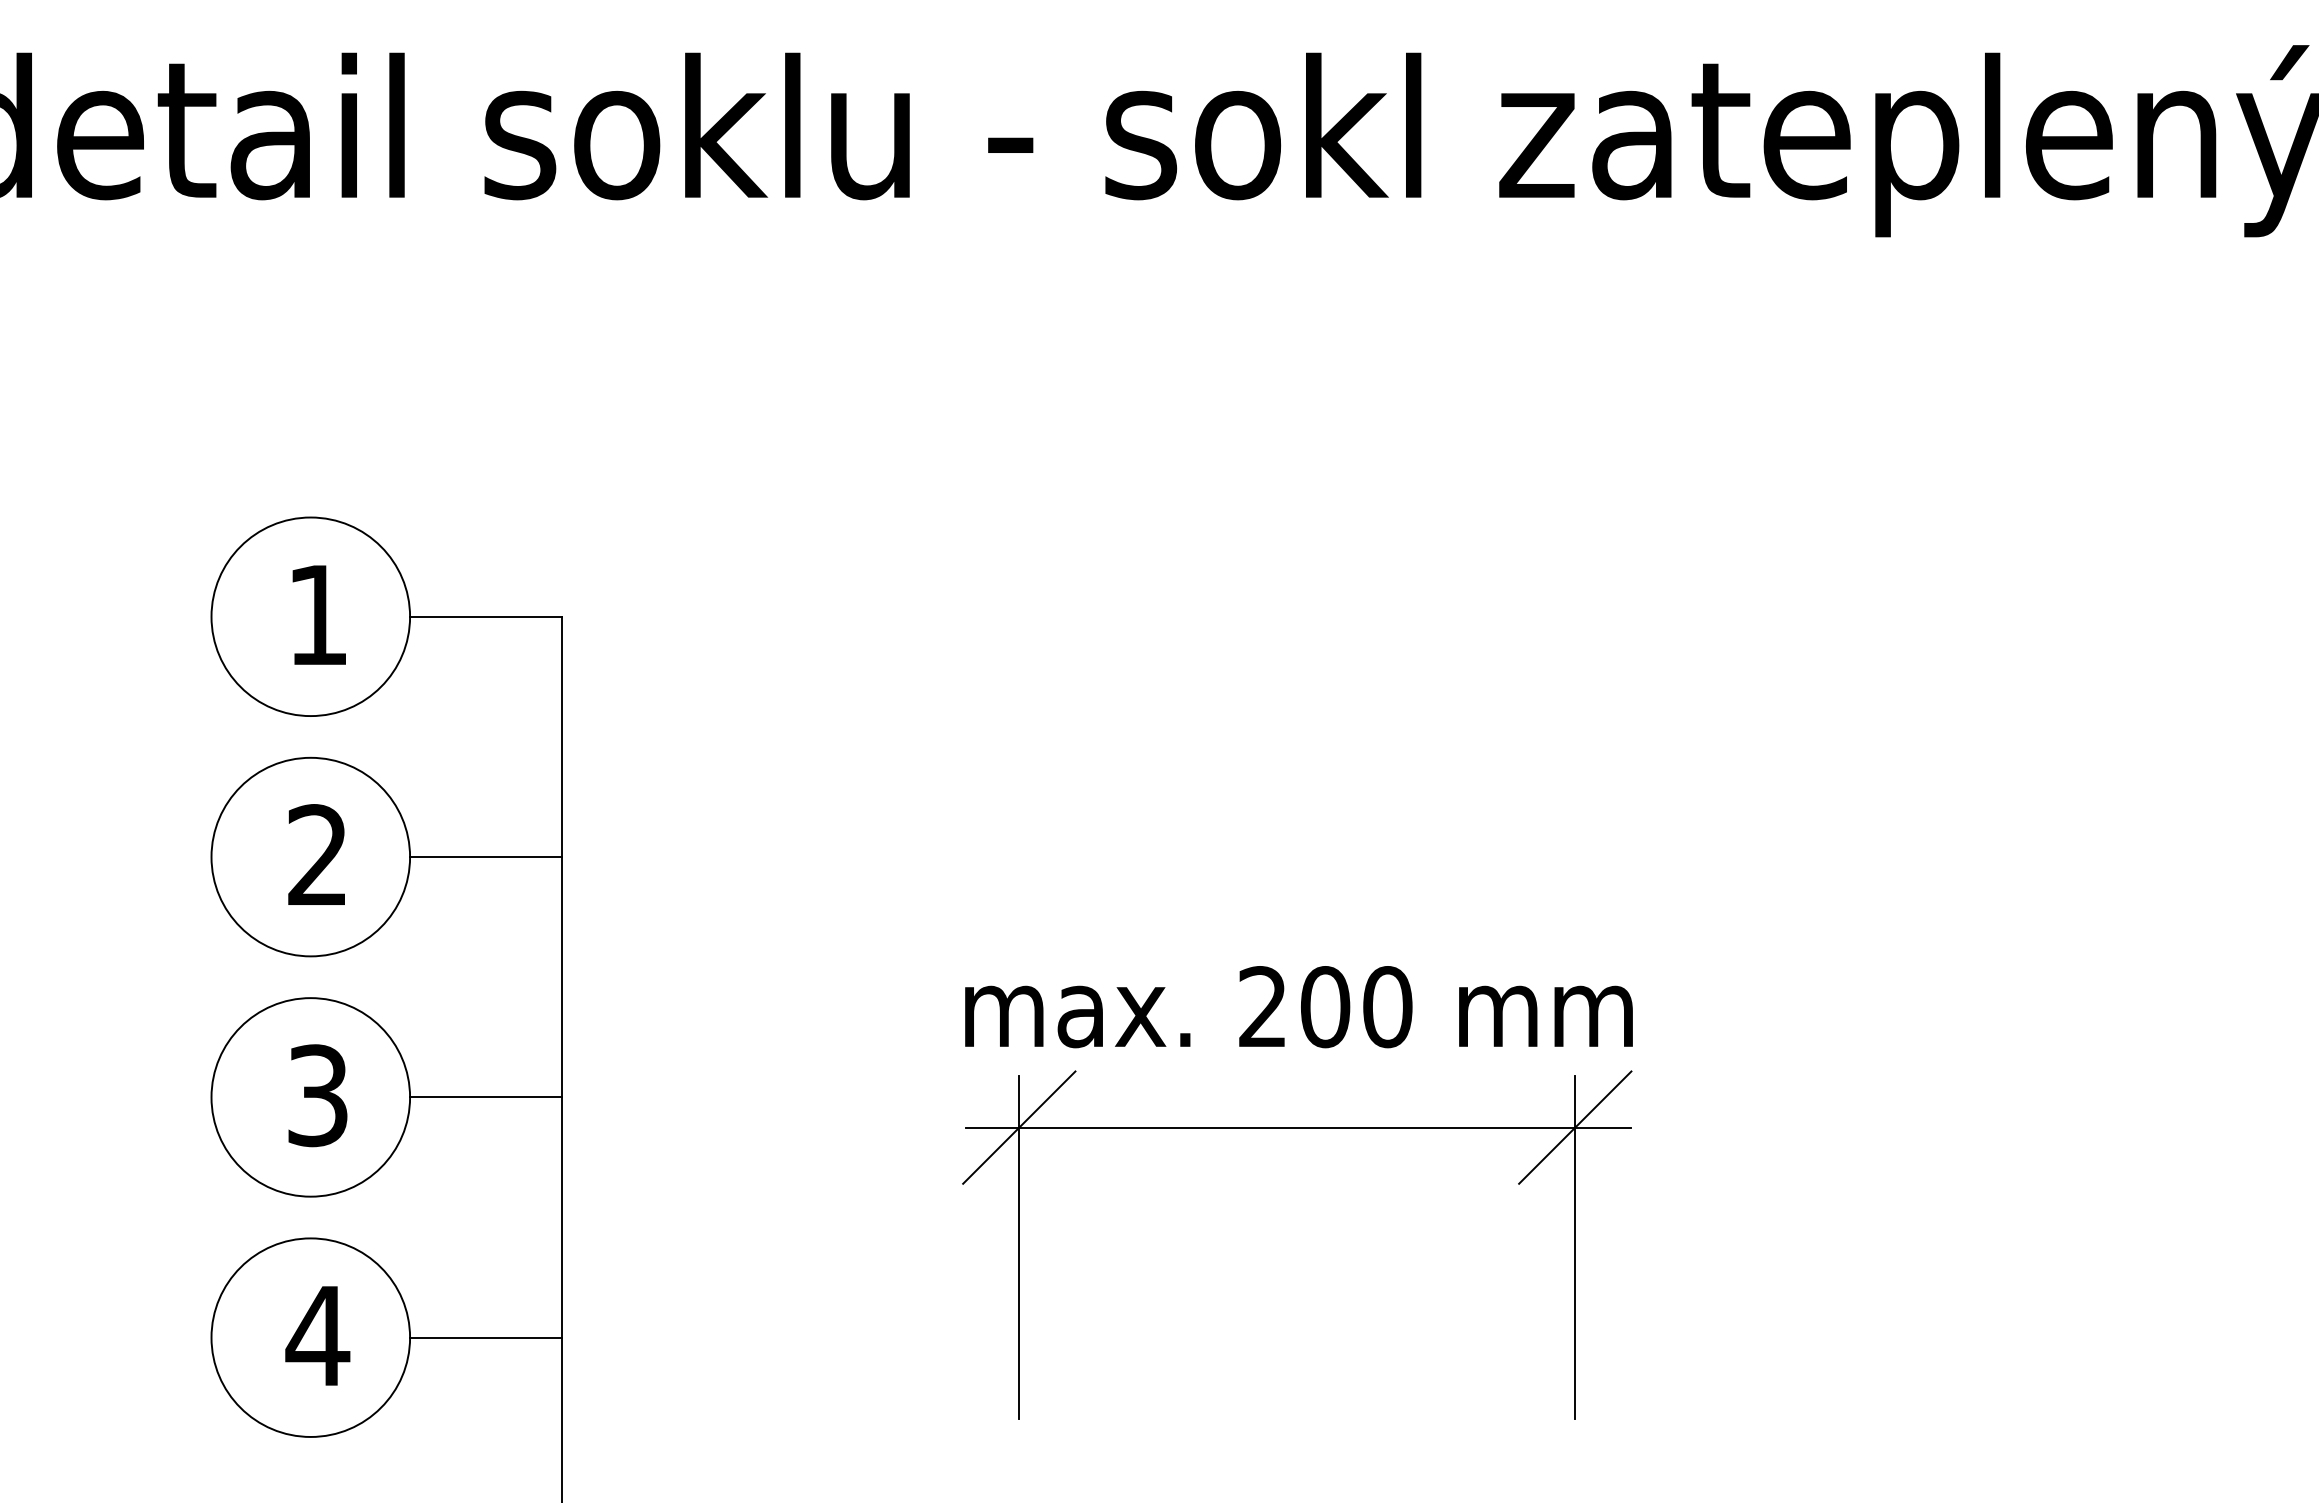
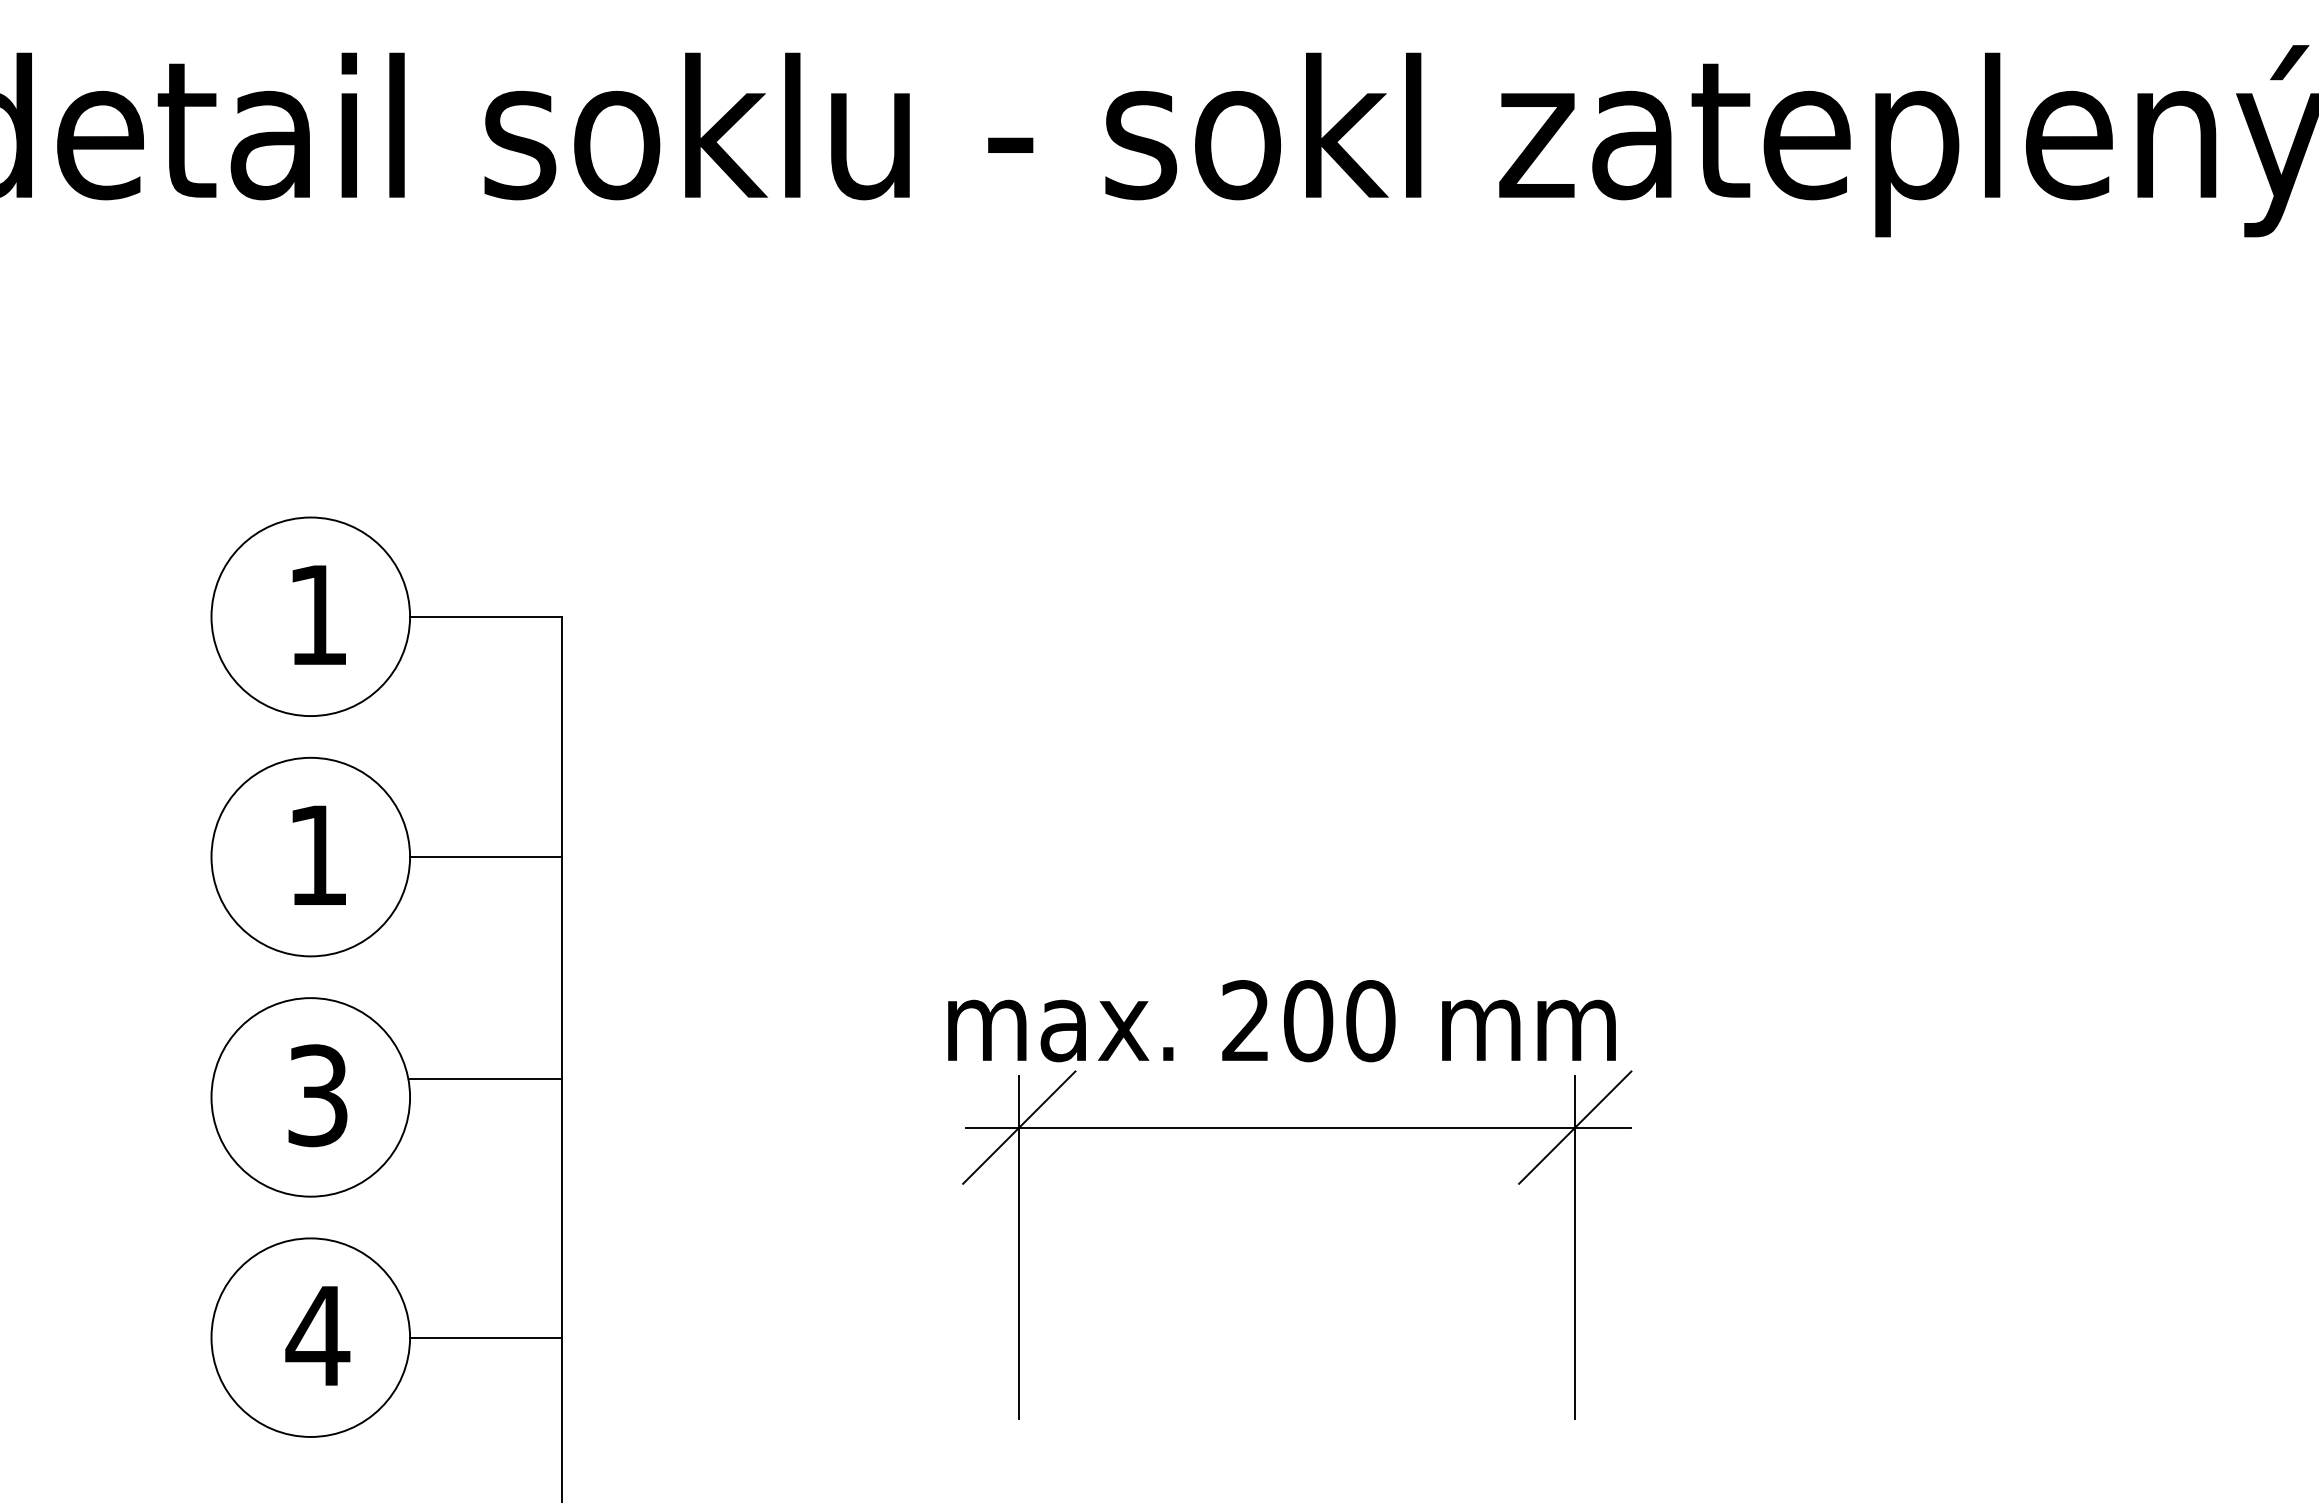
text at (316, 854): 2 -> 1
text at (1298, 1007) position: (1298, 1007) -> (1281, 1021)
line at (485, 1097) position: (485, 1097) -> (485, 1079)
